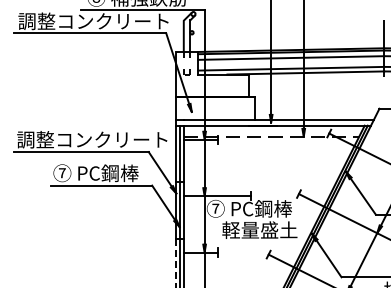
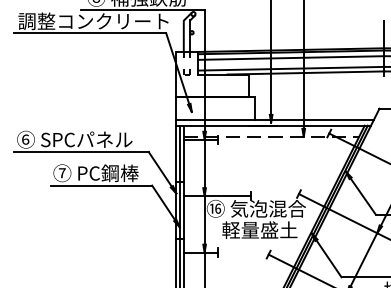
text at (92, 139): 調整コンクリート -> ⑥ SPCパネル
text at (257, 208): ⑦ PC鋼棒 -> ⑯ 気泡混合
line at (175, 263): dashed -> solid
